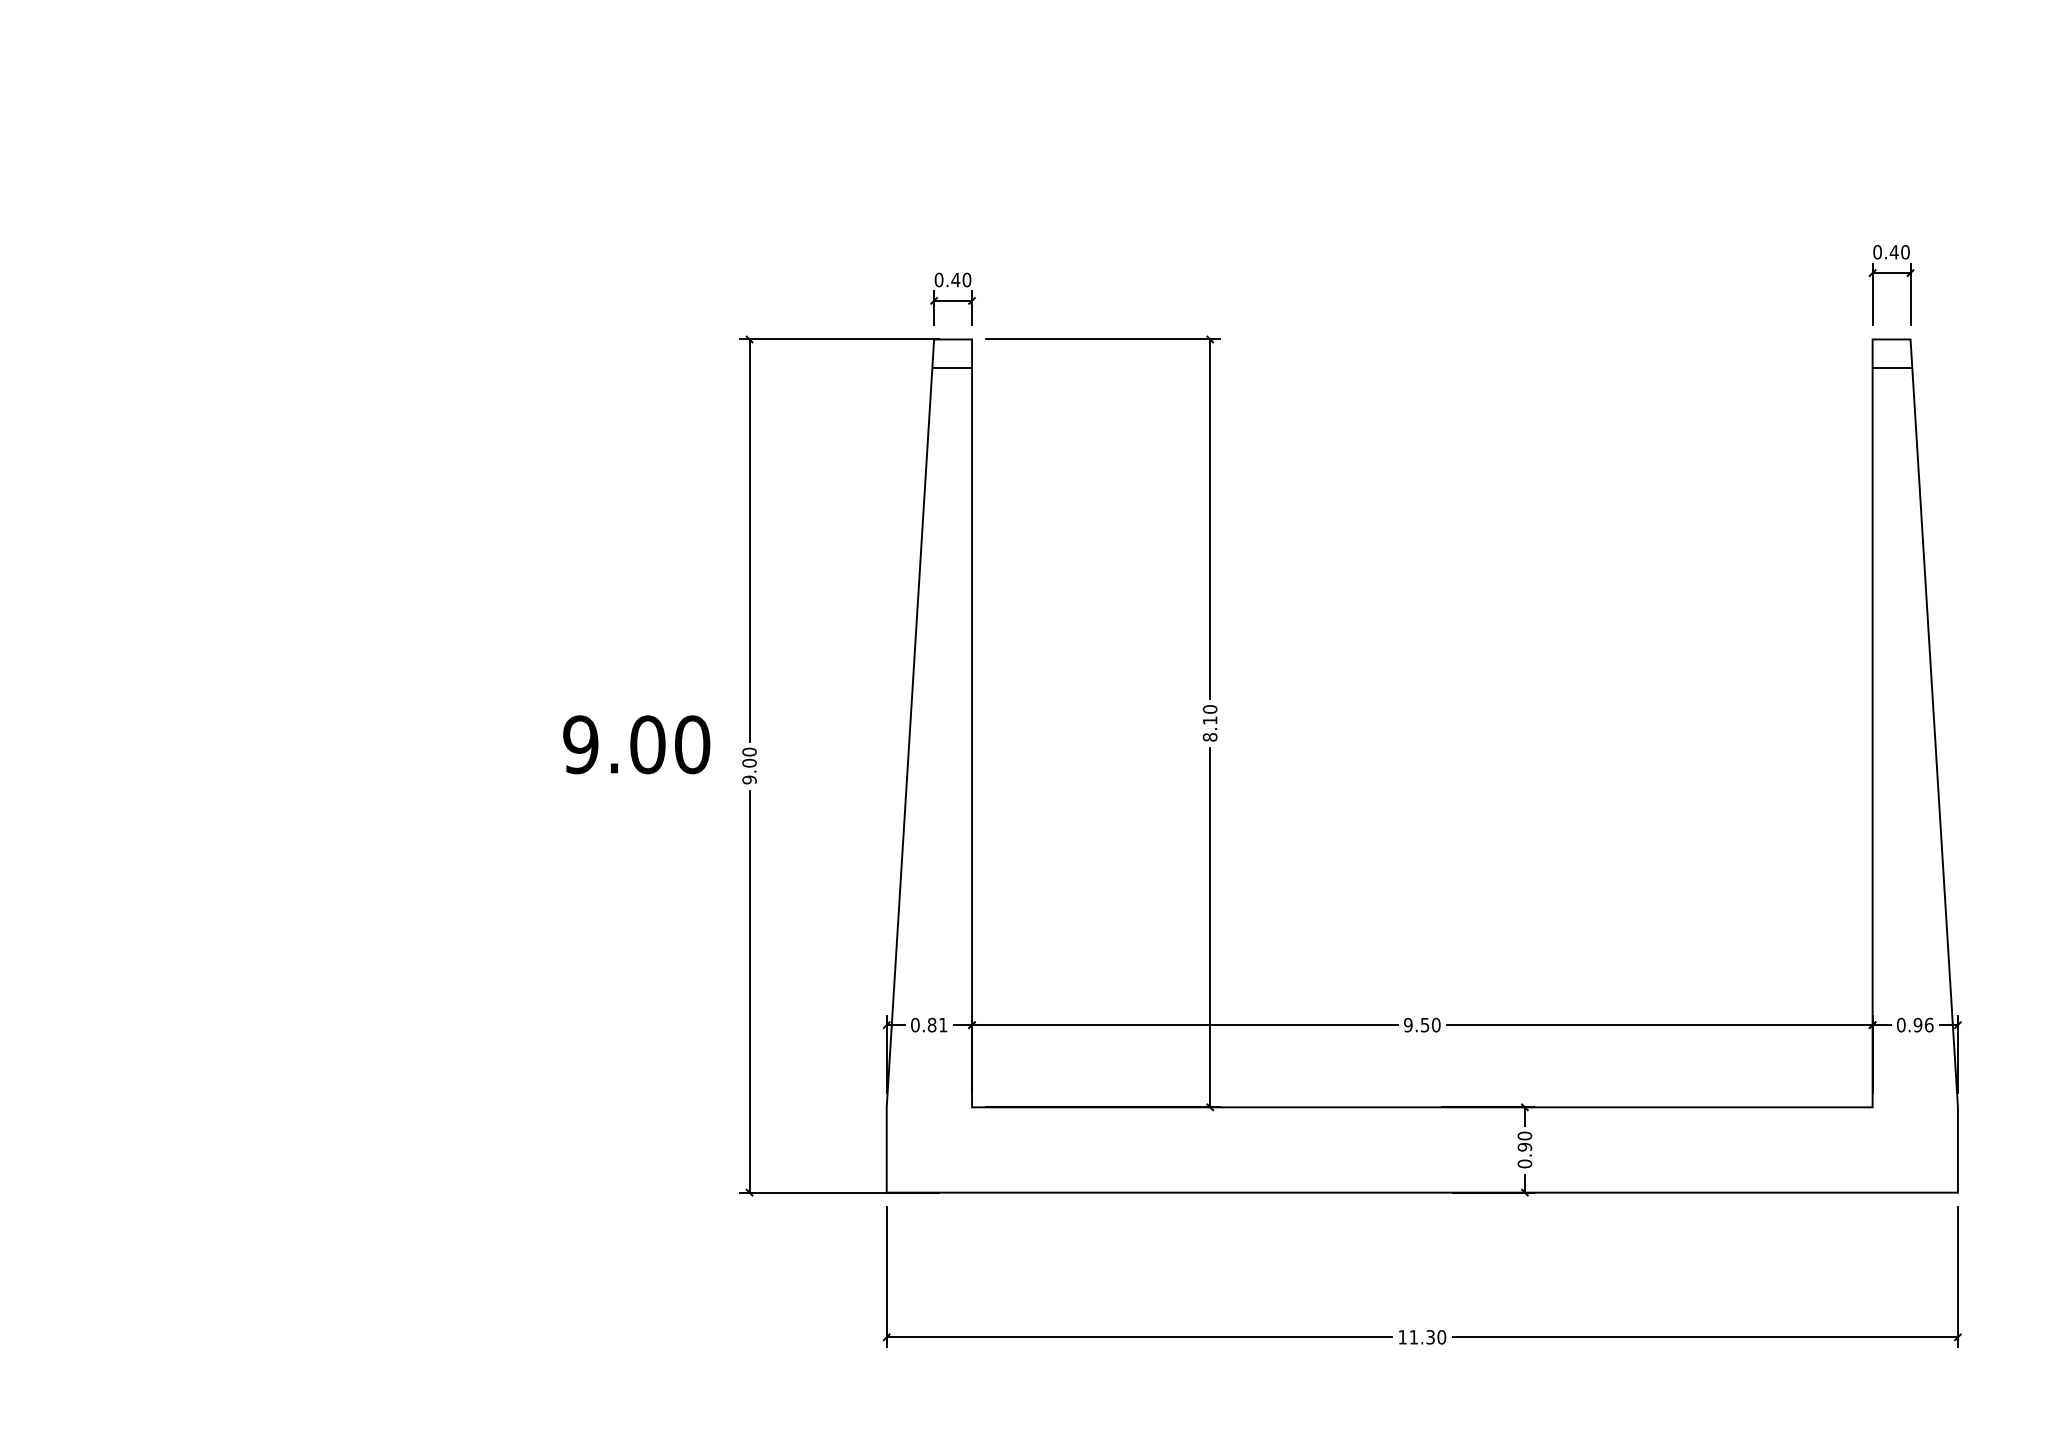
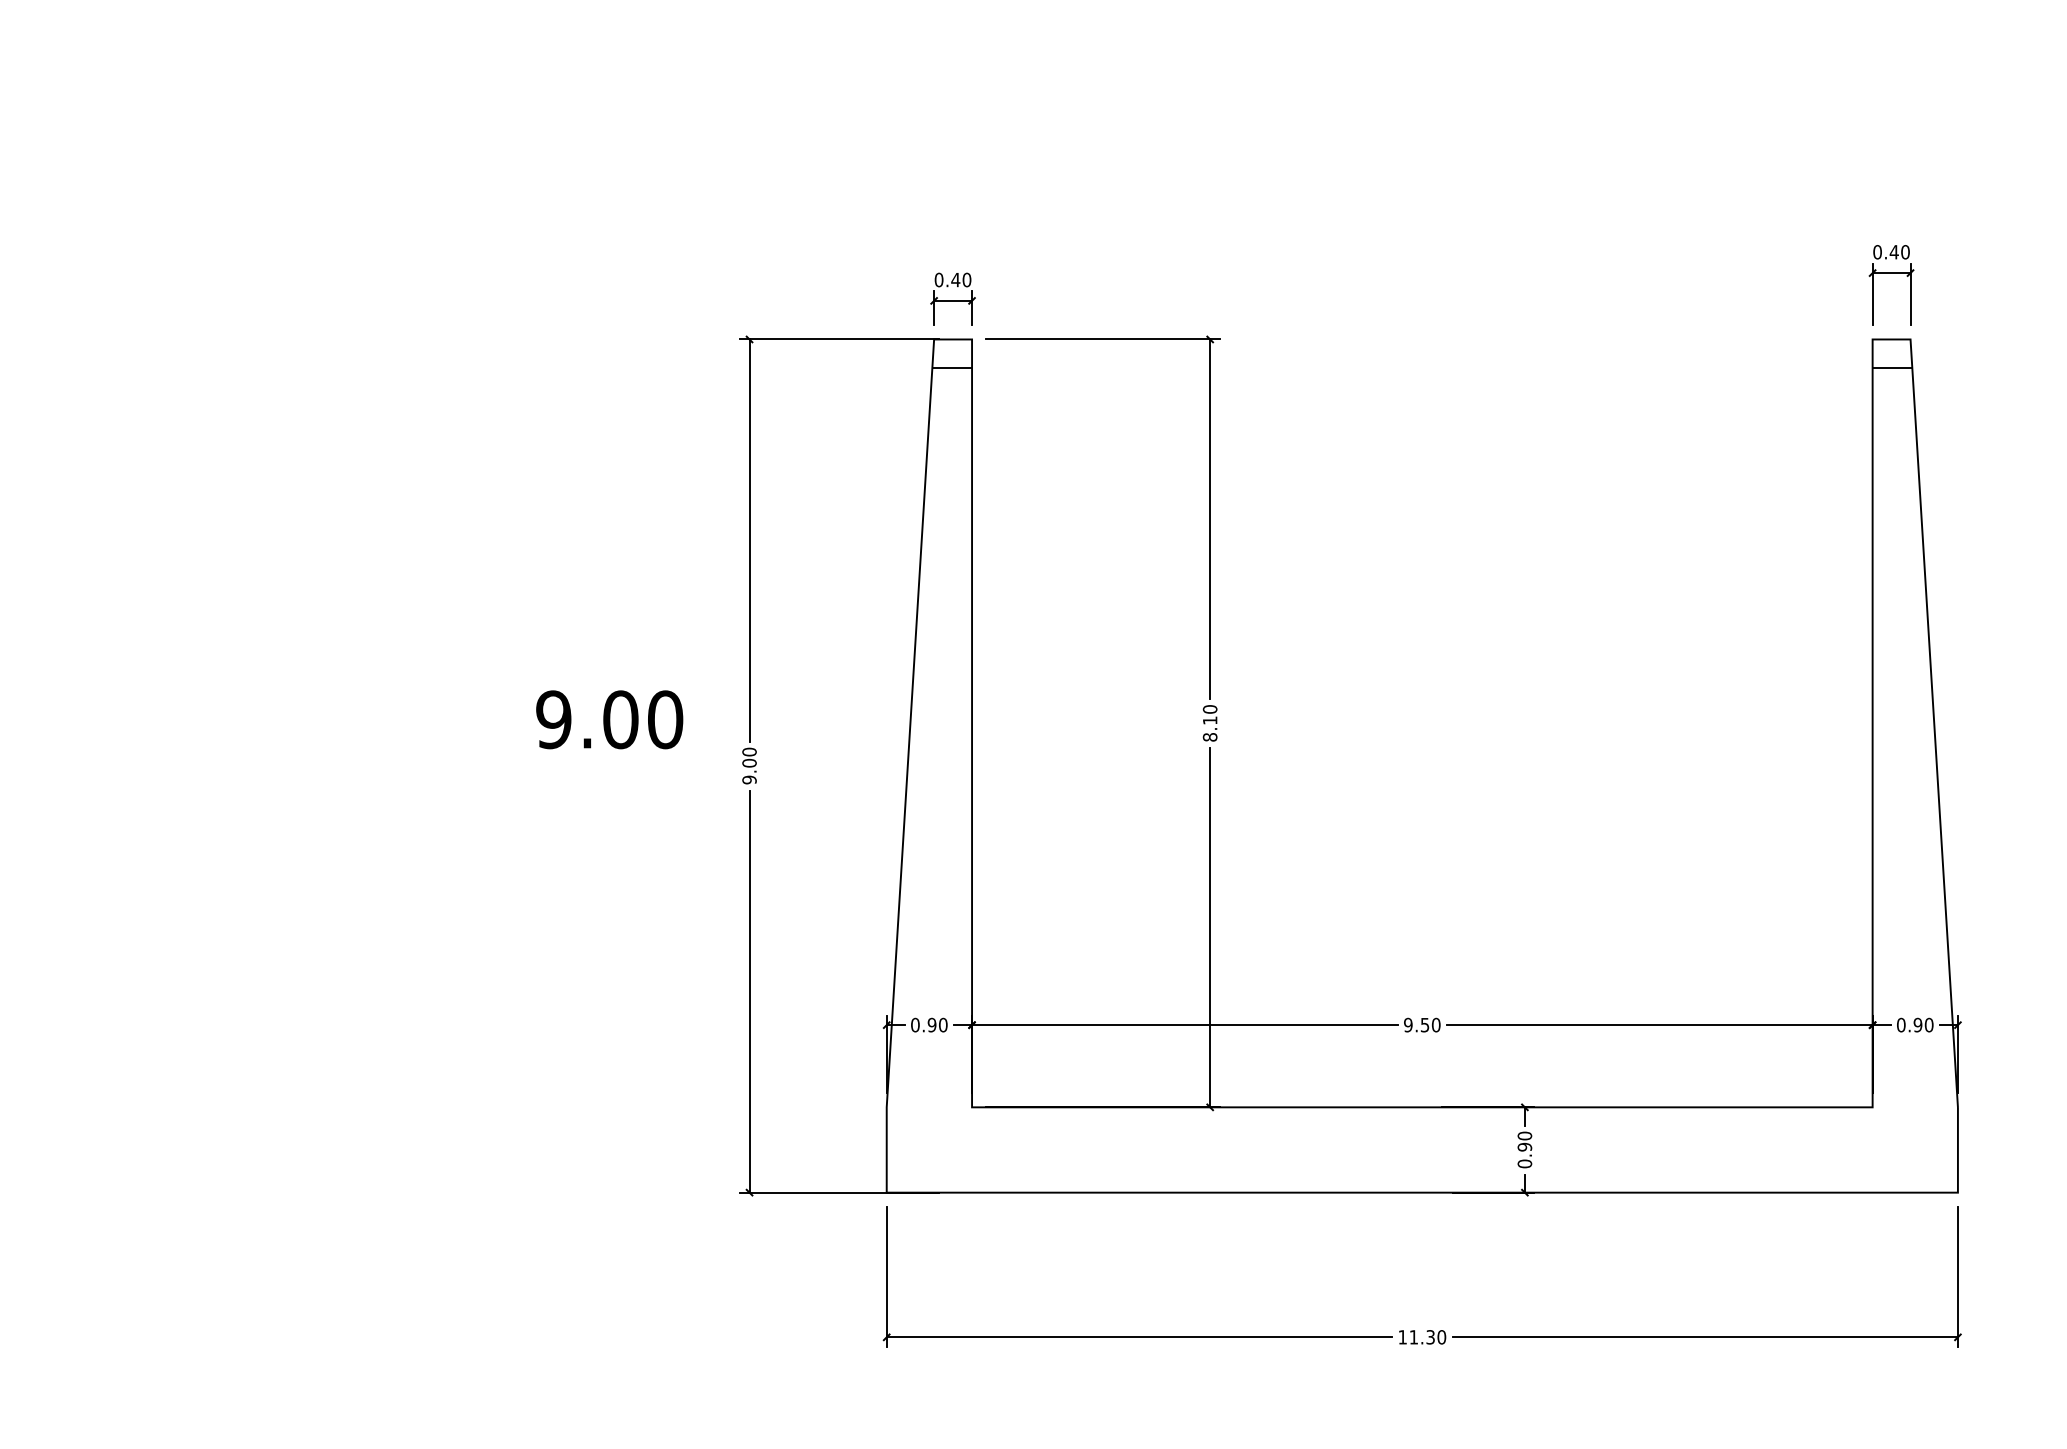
text at (636, 744) position: (636, 744) -> (609, 719)
text at (937, 1024): 0.81 -> 0.90
text at (1929, 1024): 0.96 -> 0.90
